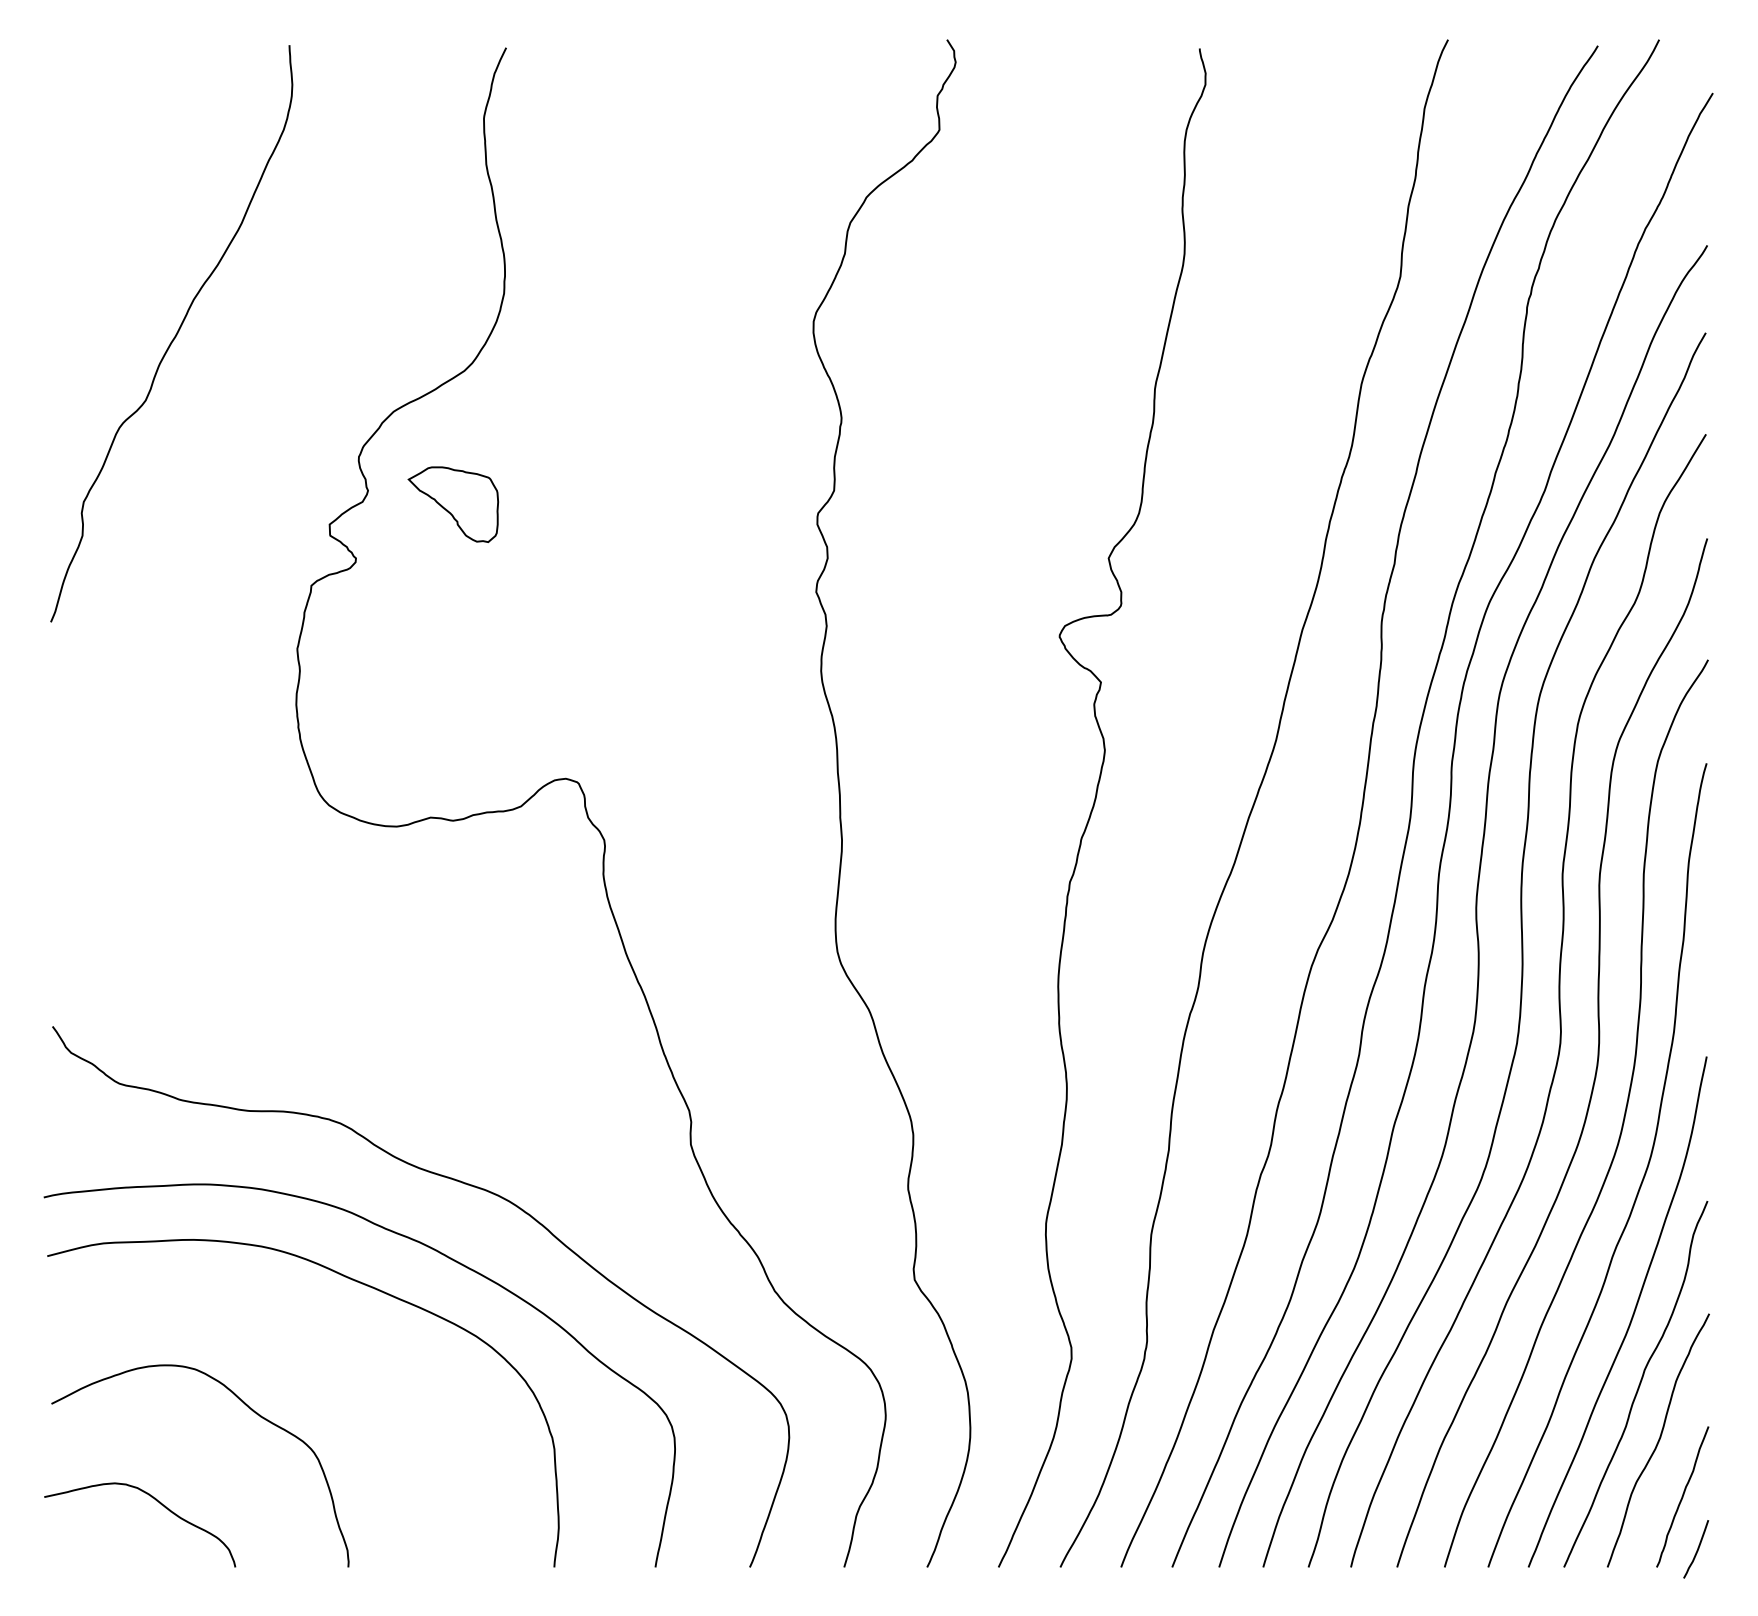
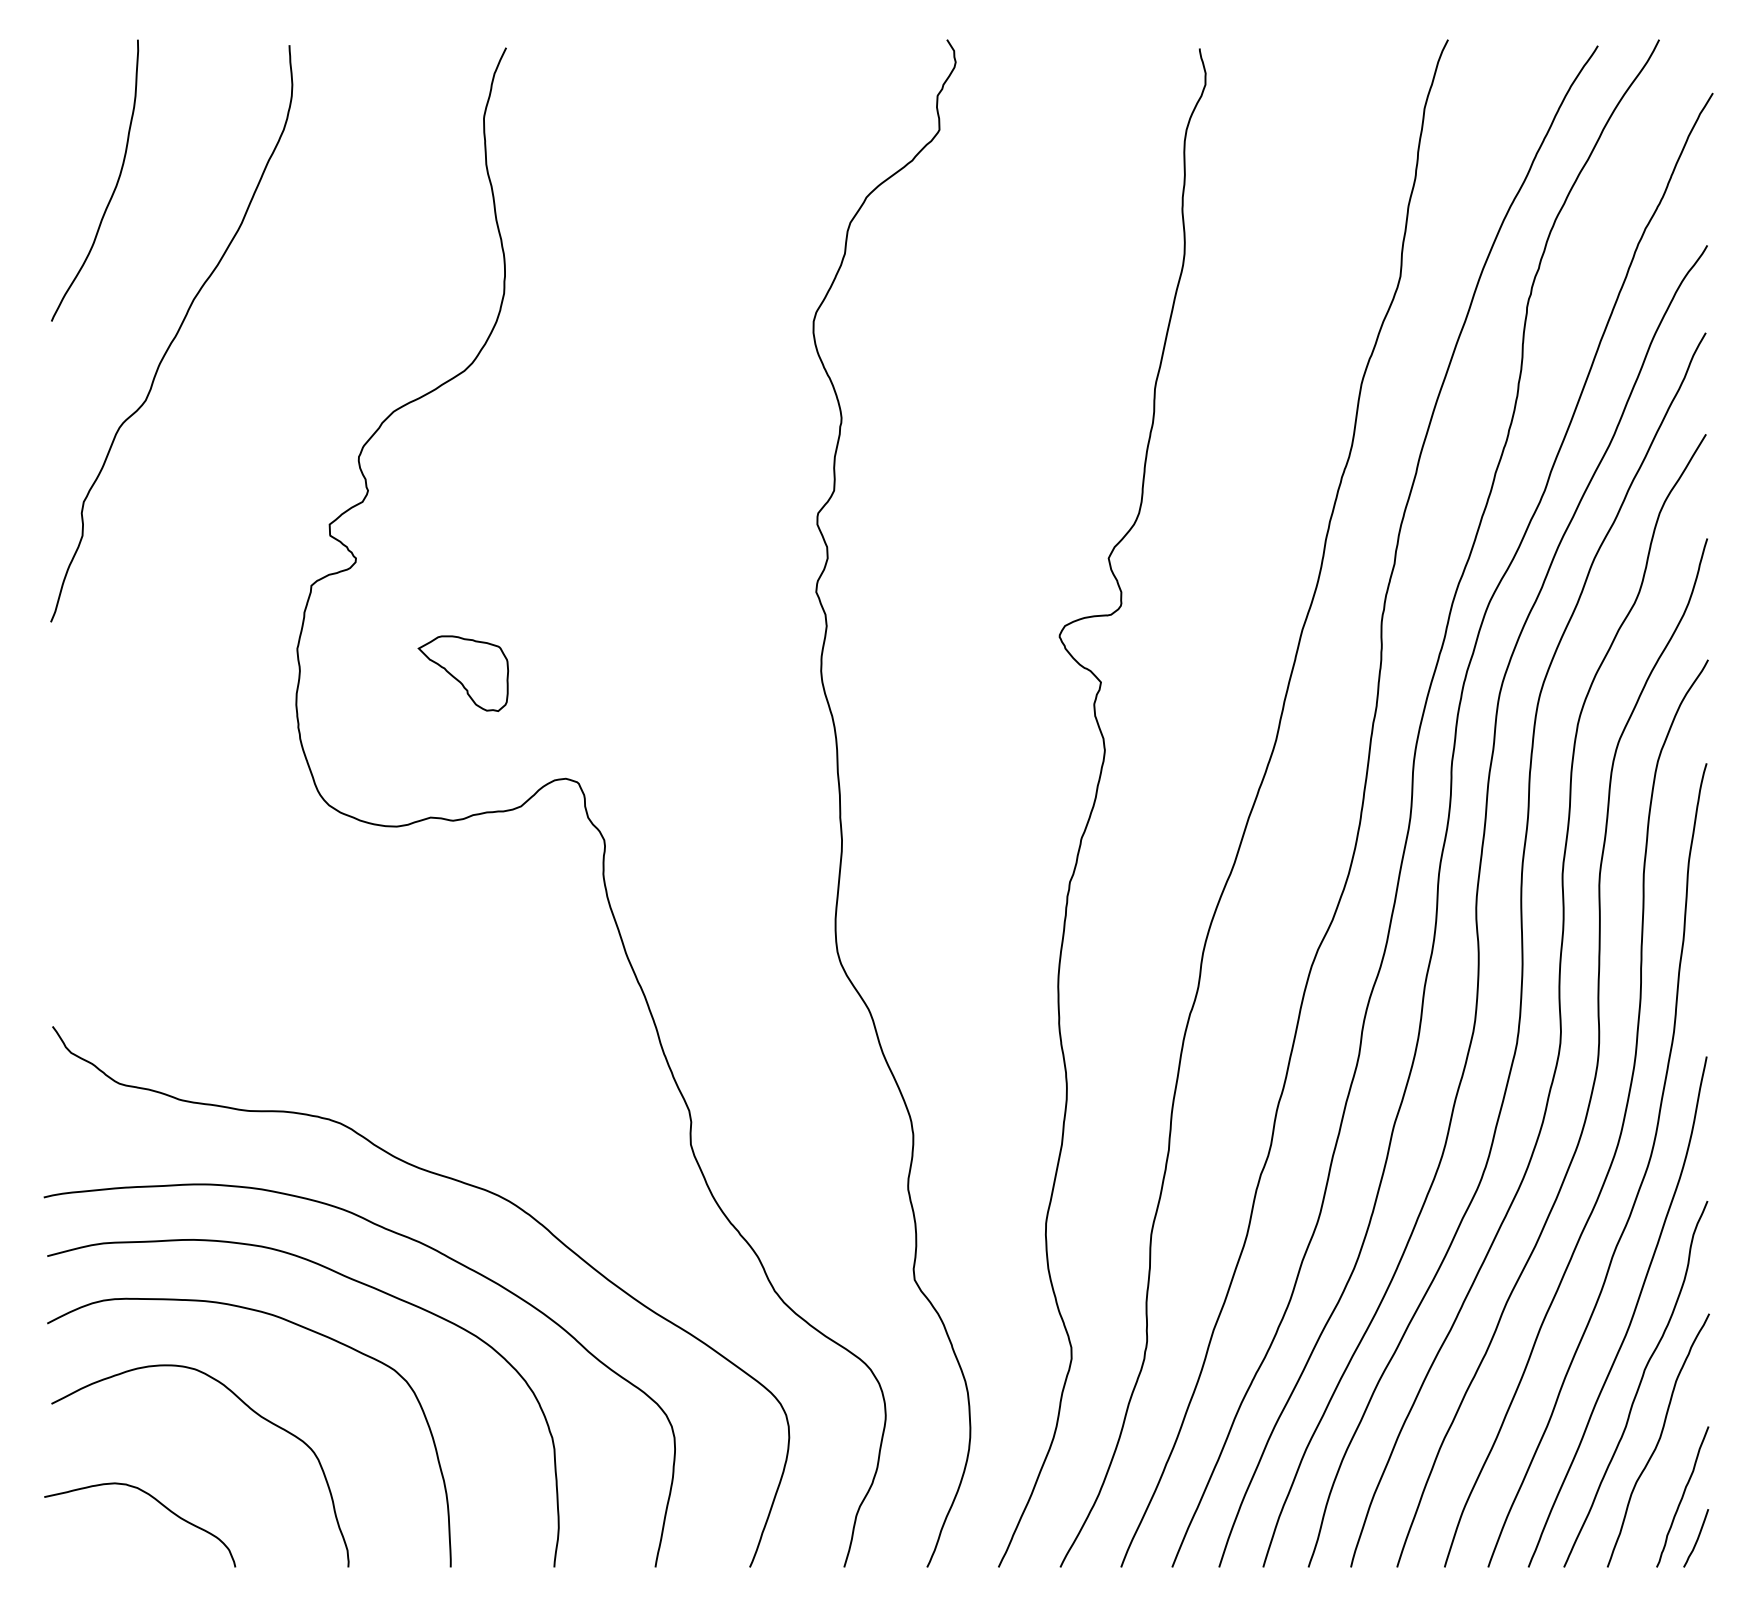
curve at (114, 187): none -> present
part at (453, 504) position: (453, 504) -> (463, 673)
curve at (293, 1324): none -> present
curve at (1697, 1549) position: (1697, 1549) -> (1697, 1538)
